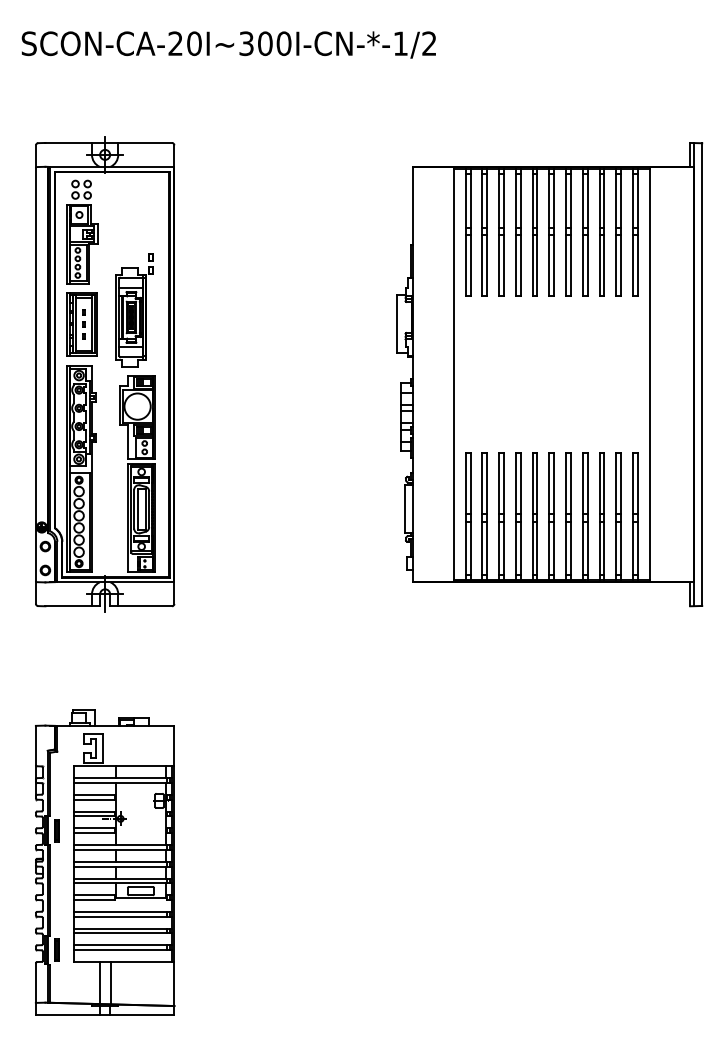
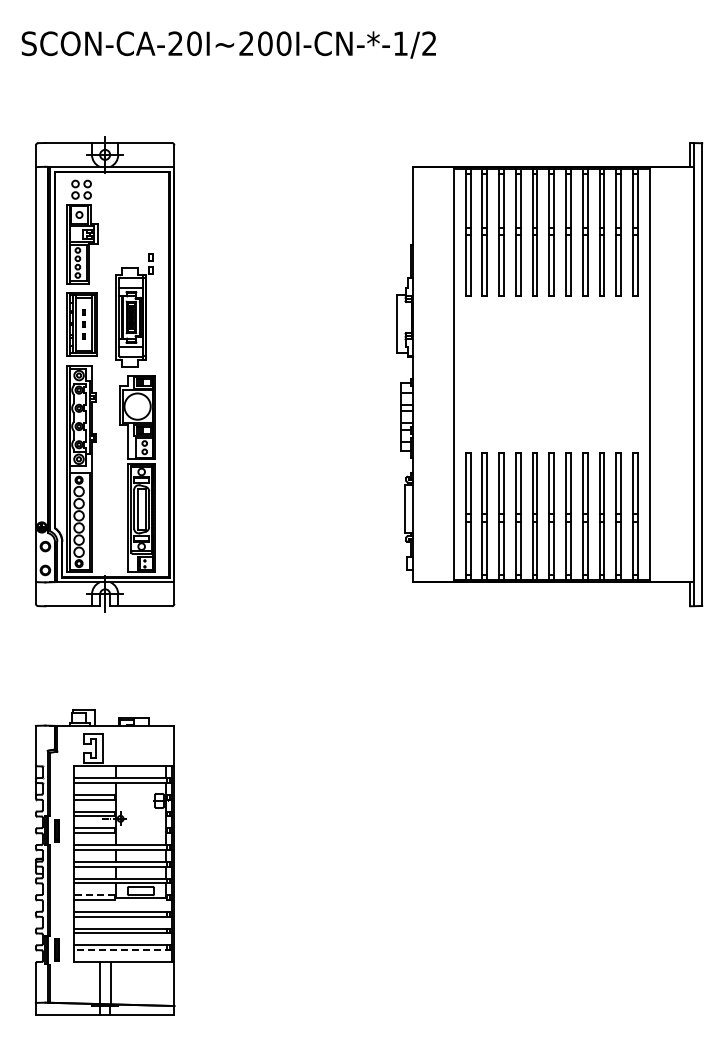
text at (246, 43): SCON-CA-20I~300I-CN-*-1/2 -> SCON-CA-20I~200I-CN-*-1/2
line at (93, 895): solid -> dashed
line at (123, 950): solid -> dashed
